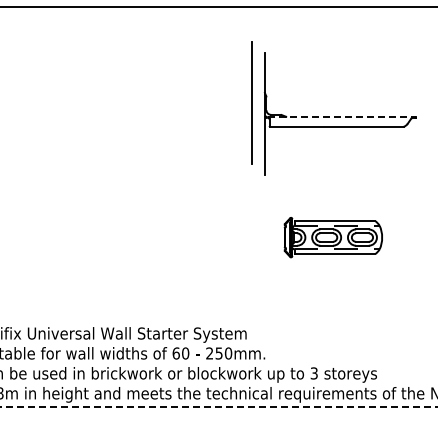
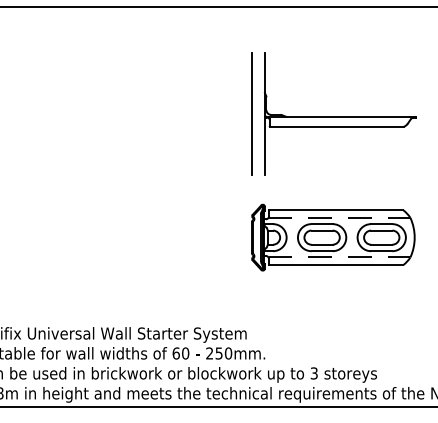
line at (251, 102) position: (251, 102) -> (251, 113)
line at (342, 116): dashed -> solid
part at (332, 237) size: 100x42 px -> 165x69 px
line at (219, 406): dashed -> solid
